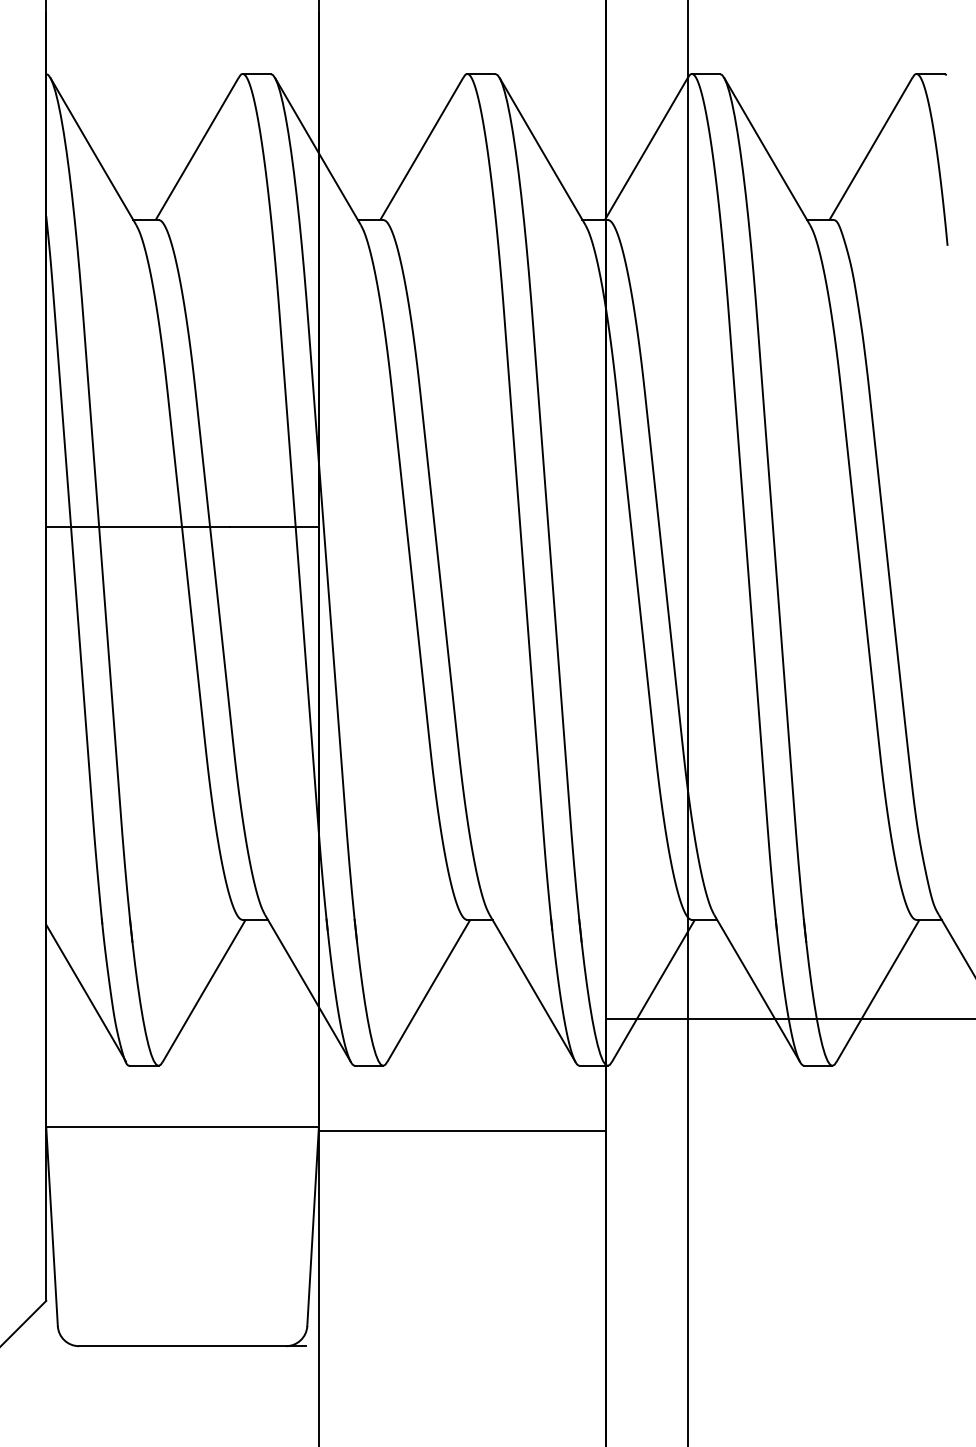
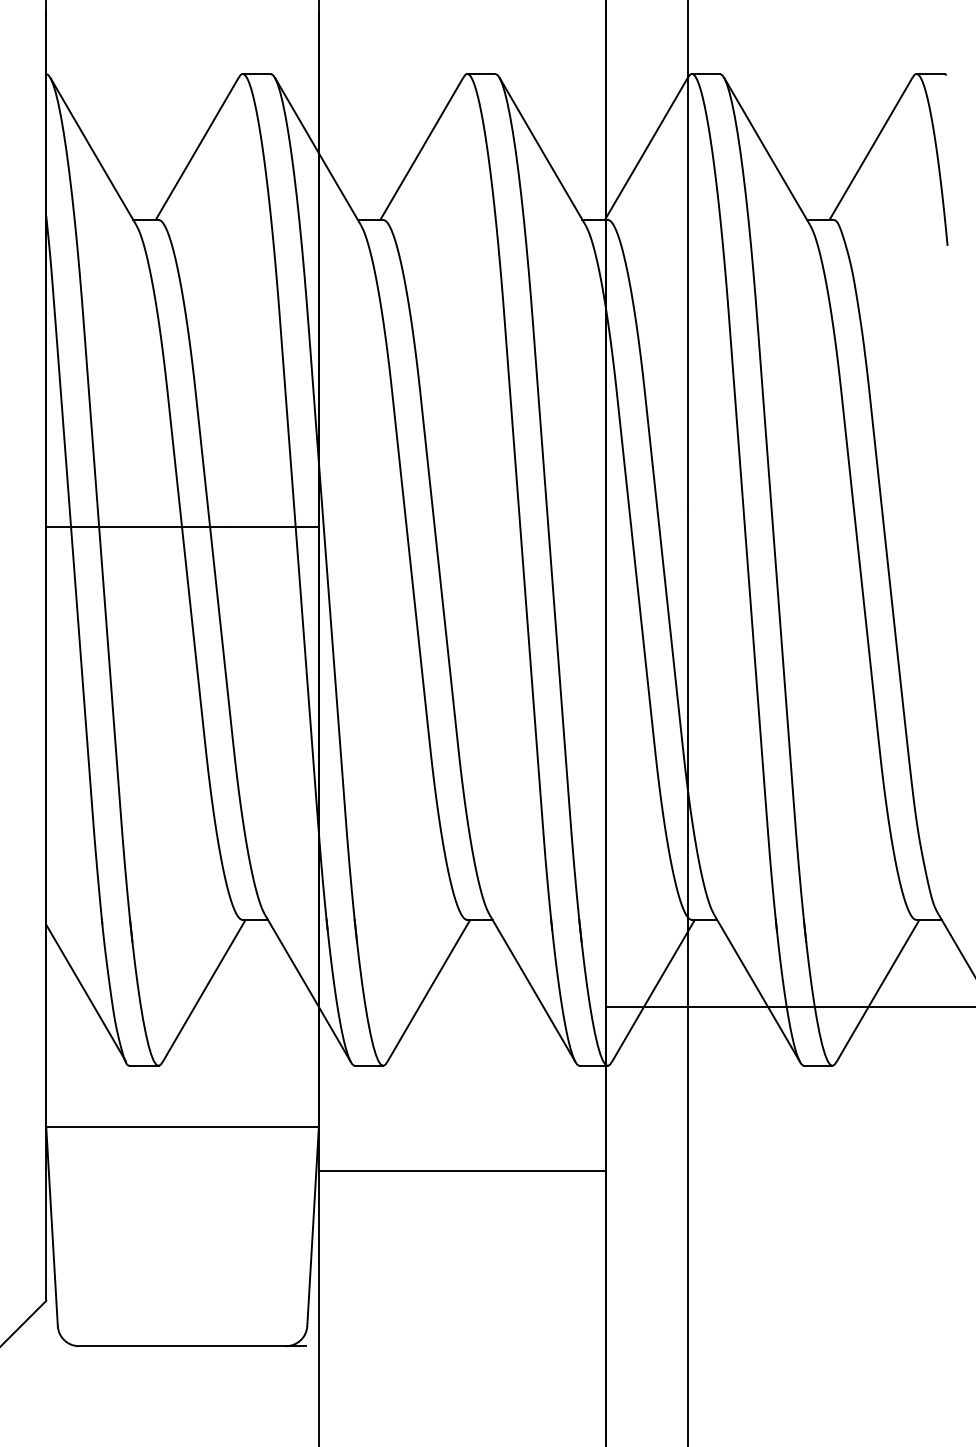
line at (789, 1019) position: (789, 1019) -> (789, 1007)
line at (462, 1130) position: (462, 1130) -> (462, 1170)
